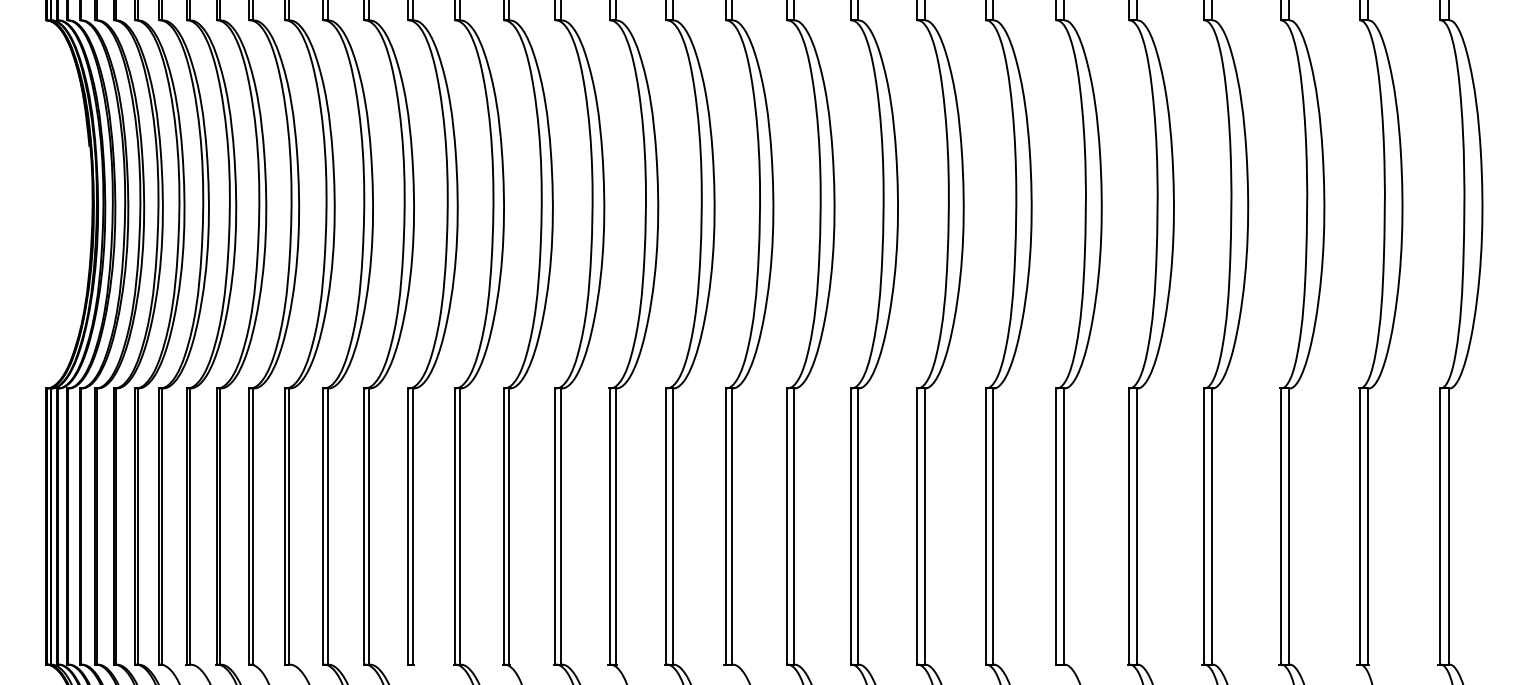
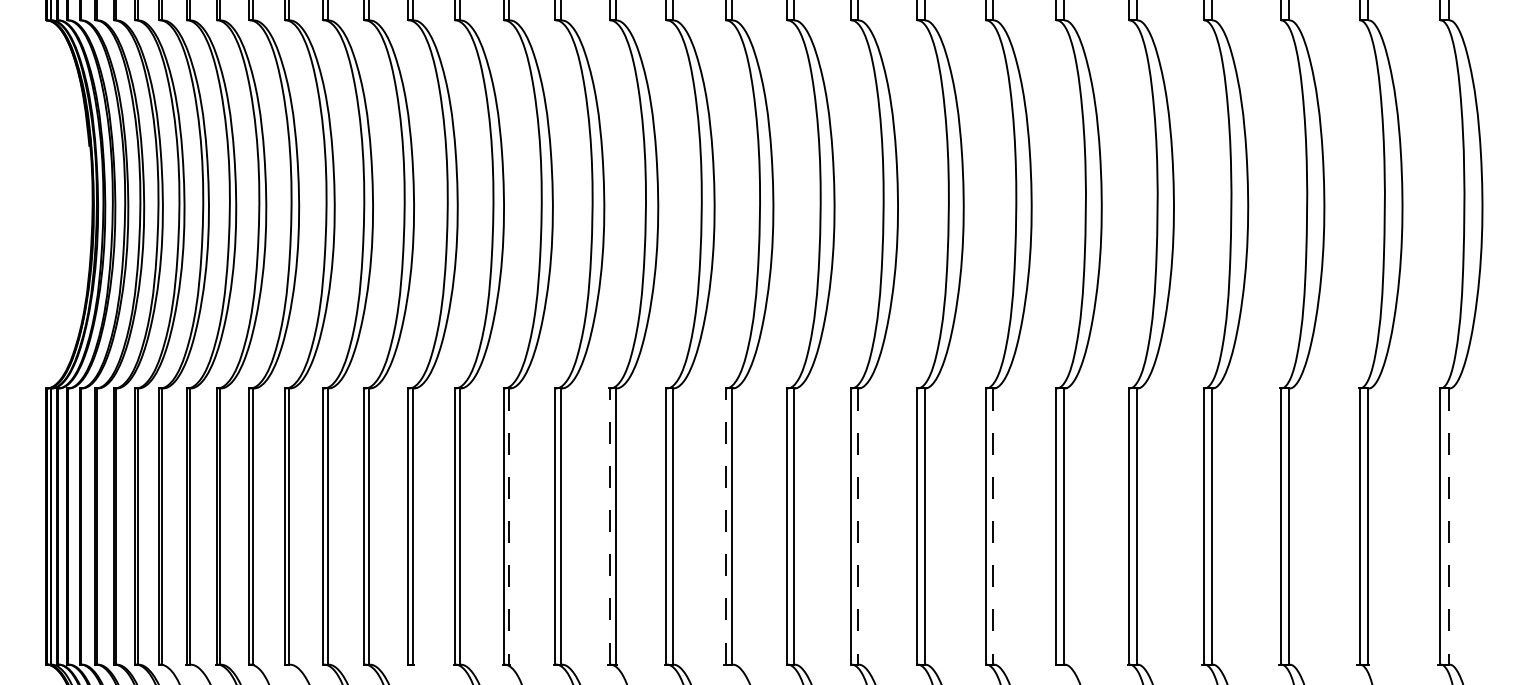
line at (609, 526): solid -> dashed
line at (725, 526): solid -> dashed
line at (509, 527): solid -> dashed
line at (858, 527): solid -> dashed
line at (993, 527): solid -> dashed
line at (1449, 527): solid -> dashed
